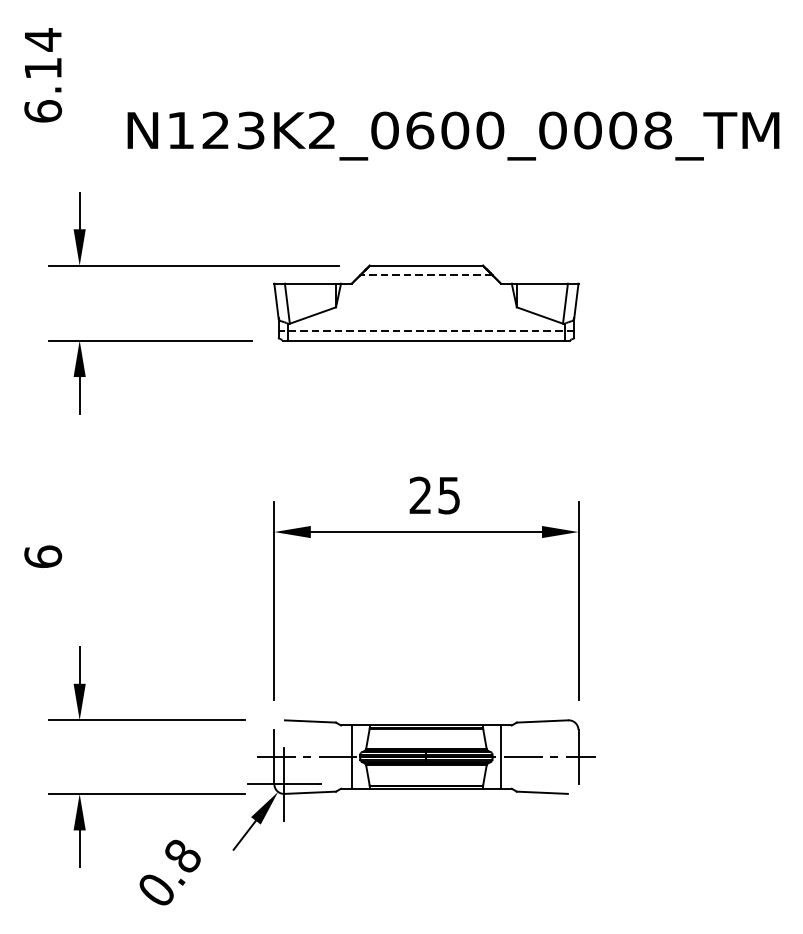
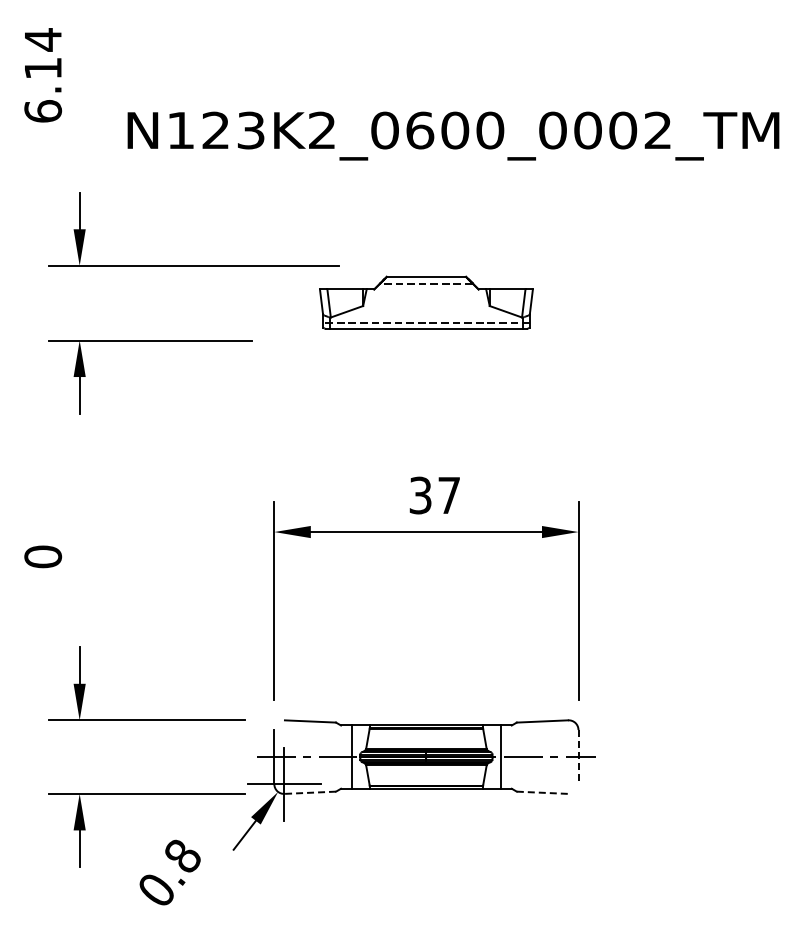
text at (658, 130): N123K2_0600_0008_TM -> N123K2_0600_0002_TM
part at (426, 302) size: 307x78 px -> 215x55 px
text at (434, 495): 25 -> 37
text at (42, 556): 6 -> 0
line at (578, 757): solid -> dashed
line at (310, 792): solid -> dashed
line at (542, 792): solid -> dashed
